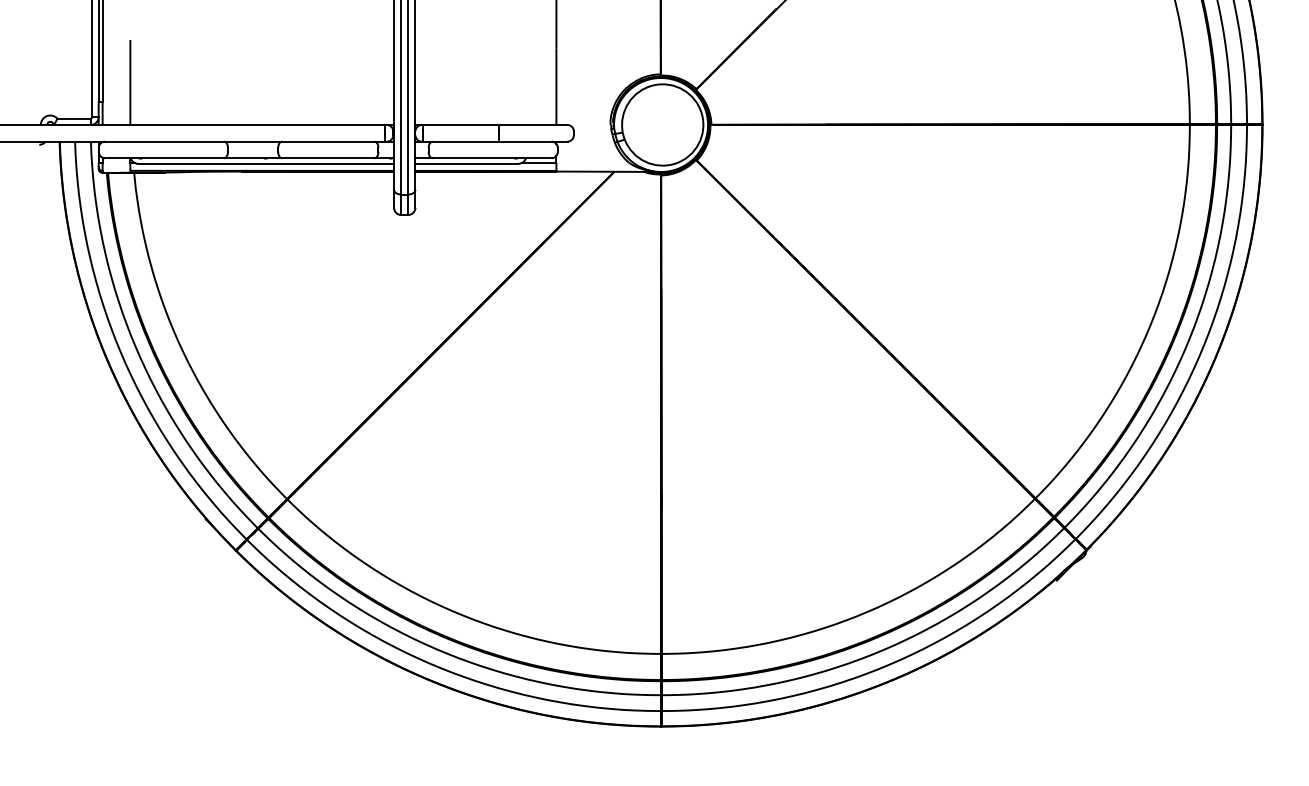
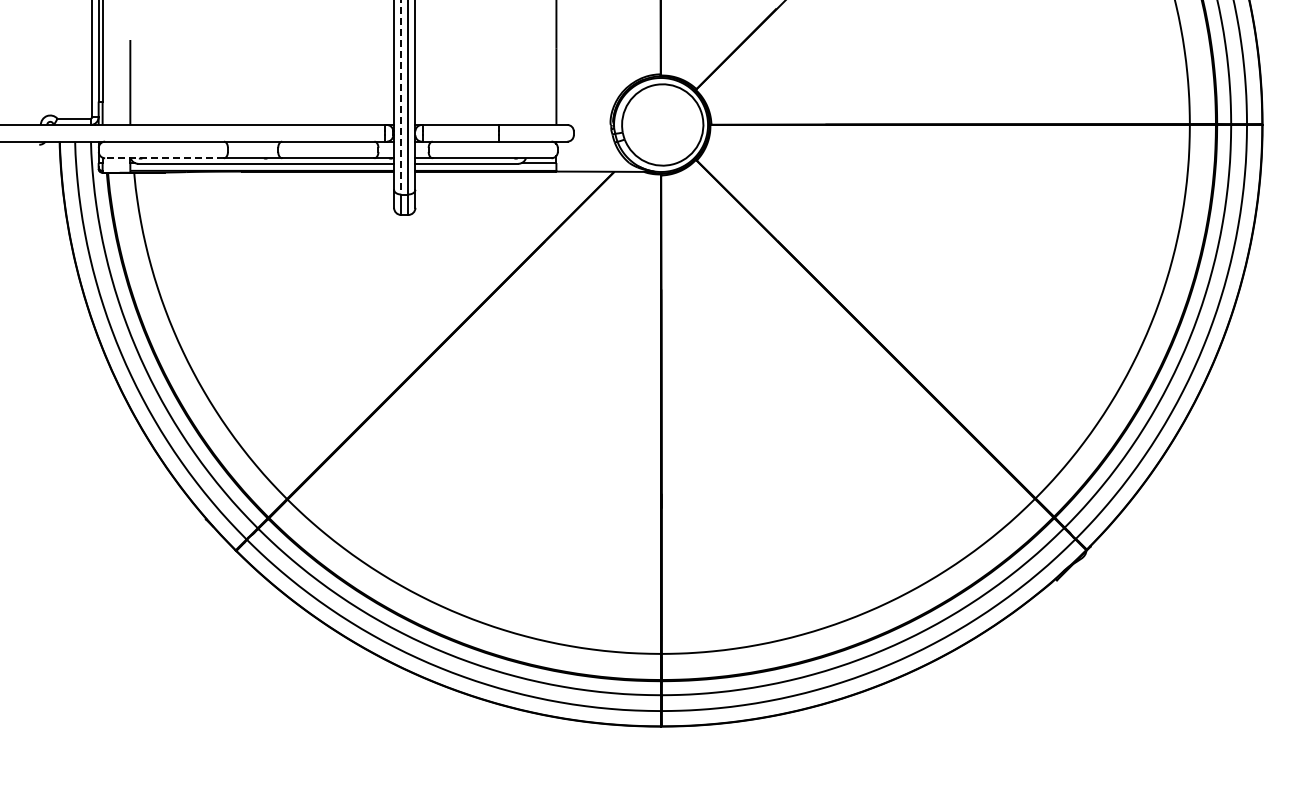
line at (401, 97): solid -> dashed
line at (164, 158): solid -> dashed
